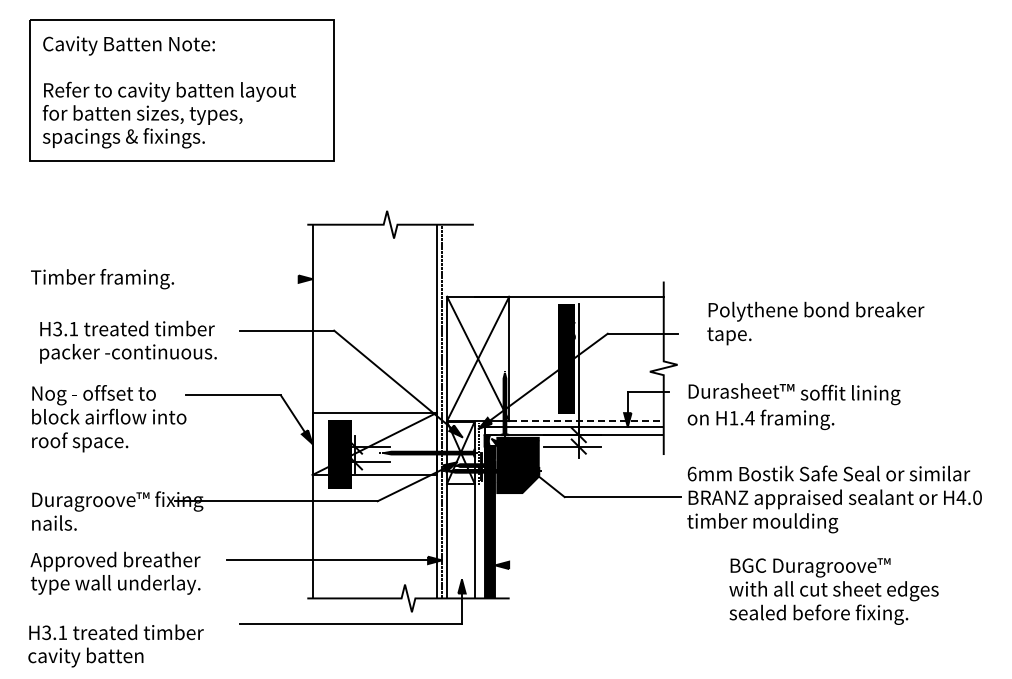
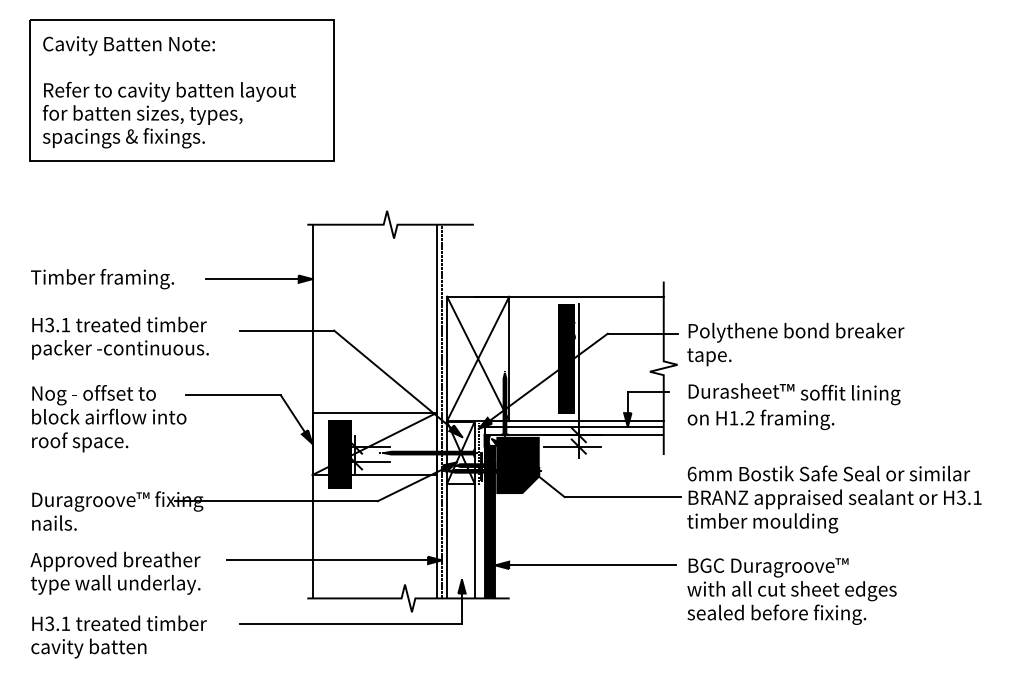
line at (258, 279): none -> present
text at (815, 323) position: (815, 323) -> (795, 344)
text at (128, 341) position: (128, 341) -> (120, 337)
text at (749, 418): H1.4 -> H1.2
line at (586, 421): dashed -> solid
text at (968, 497): H4.0 -> H3.1
line at (585, 565): none -> present
text at (833, 591) position: (833, 591) -> (791, 591)
text at (115, 645) position: (115, 645) -> (118, 636)
